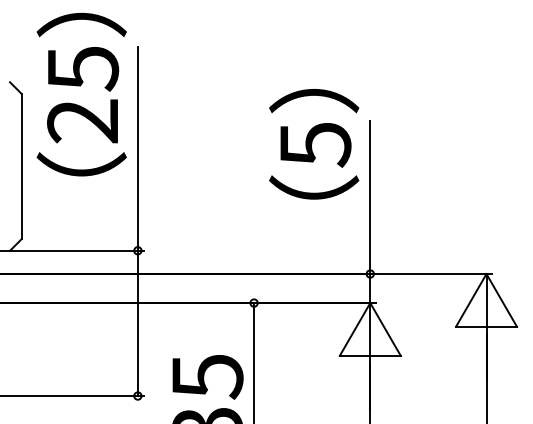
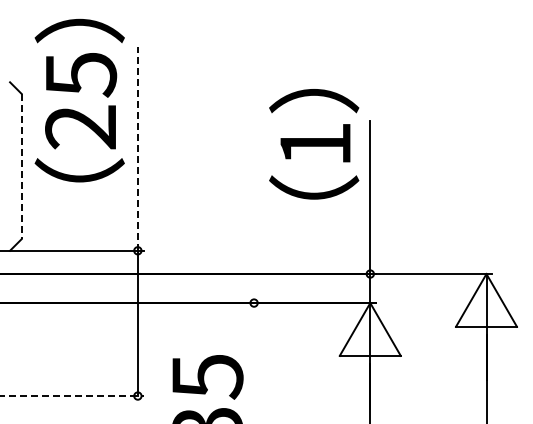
text at (81, 94) position: (81, 94) -> (79, 100)
text at (315, 145): 5 -> 1
line at (137, 148): solid -> dashed
line at (21, 166): solid -> dashed
line at (254, 361): present -> none
line at (72, 396): solid -> dashed
